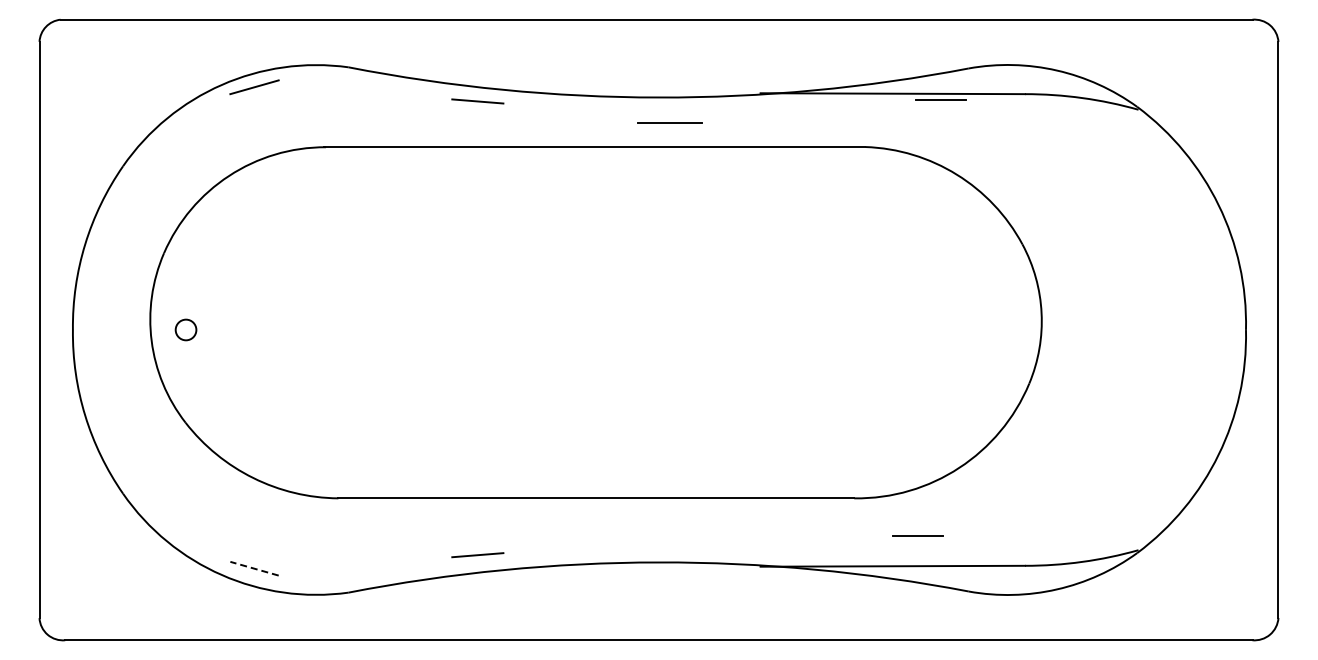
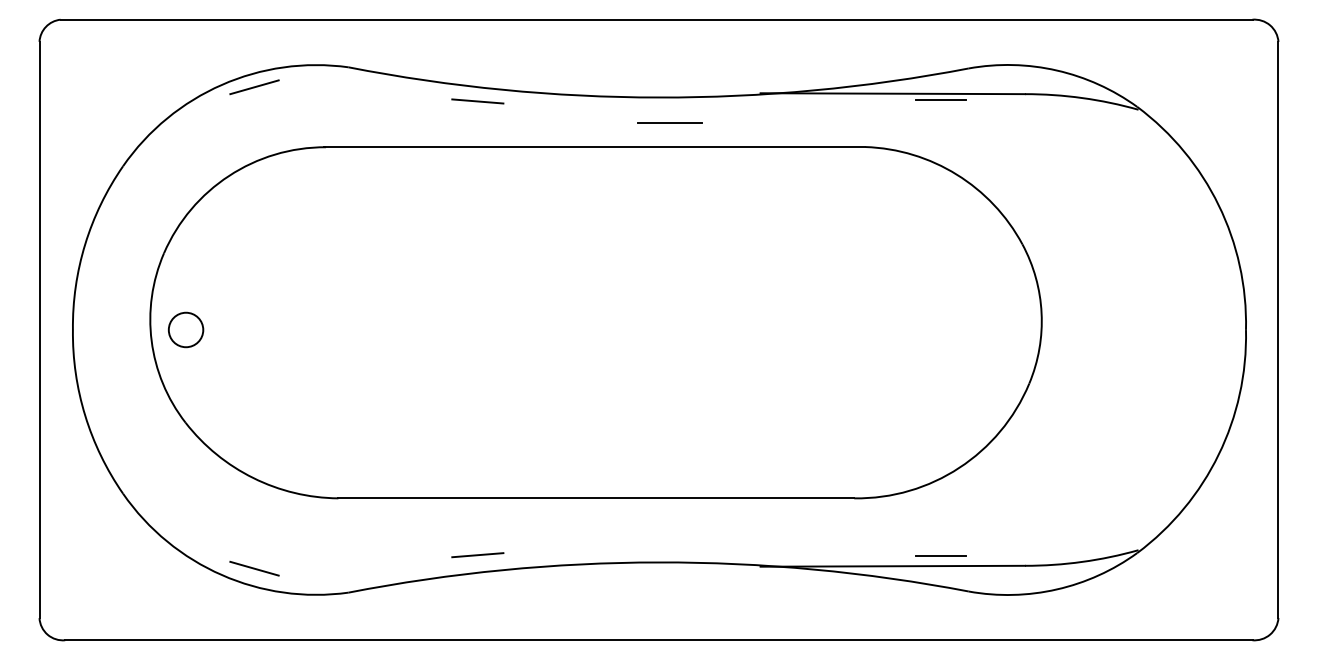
circle at (185, 329) diameter: 21 px -> 34 px
line at (917, 535) position: (917, 535) -> (940, 555)
line at (254, 568): dashed -> solid
